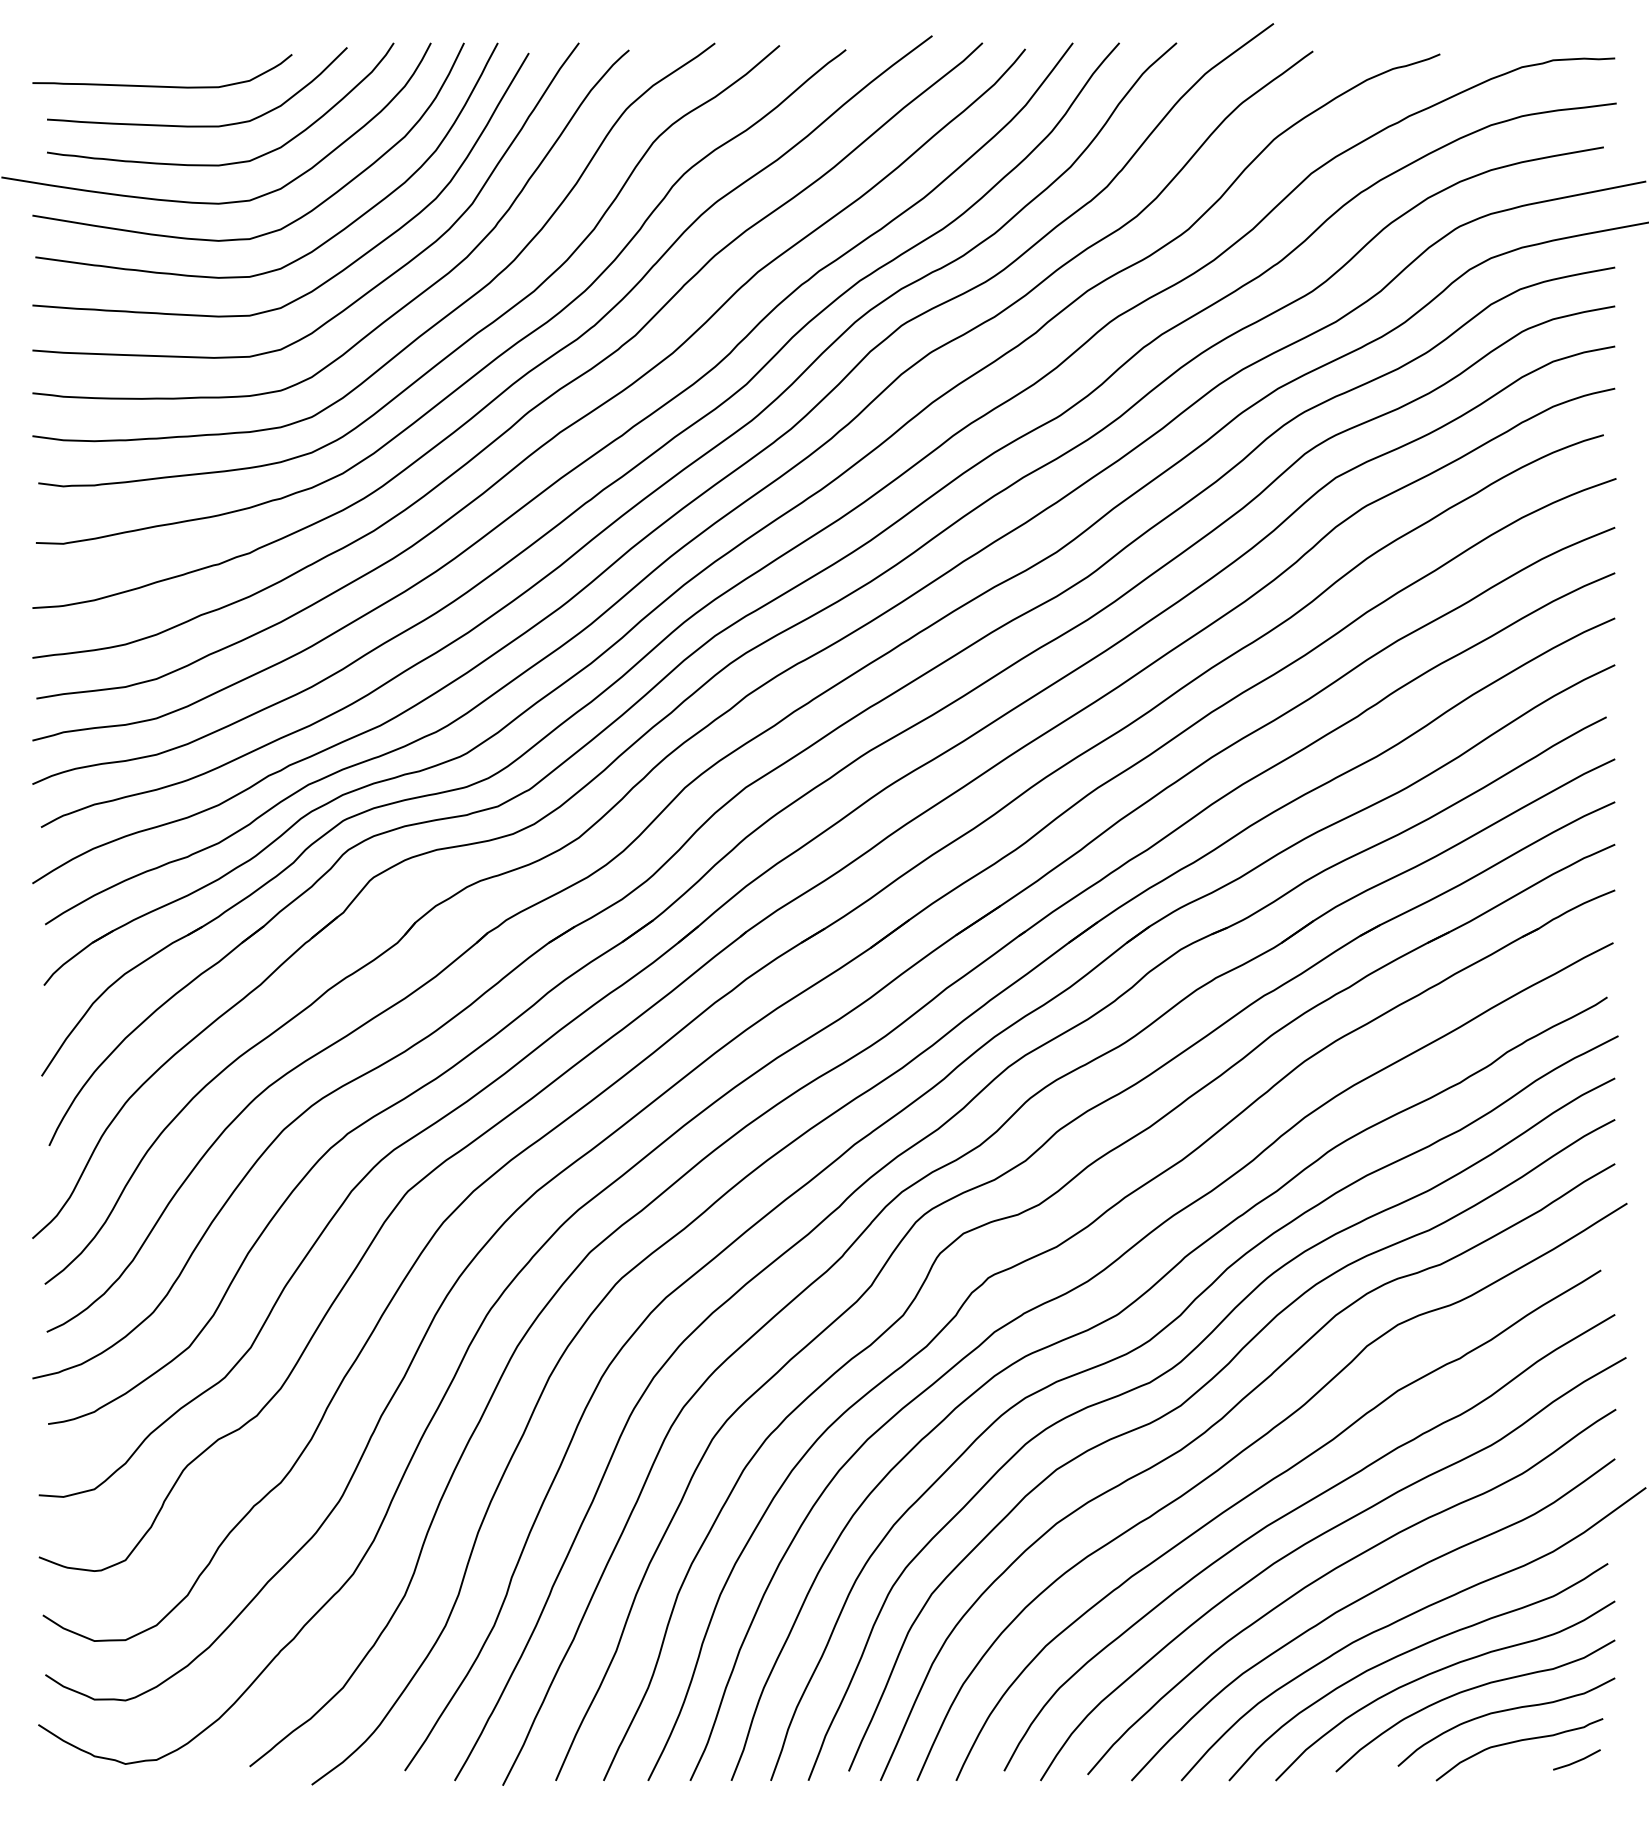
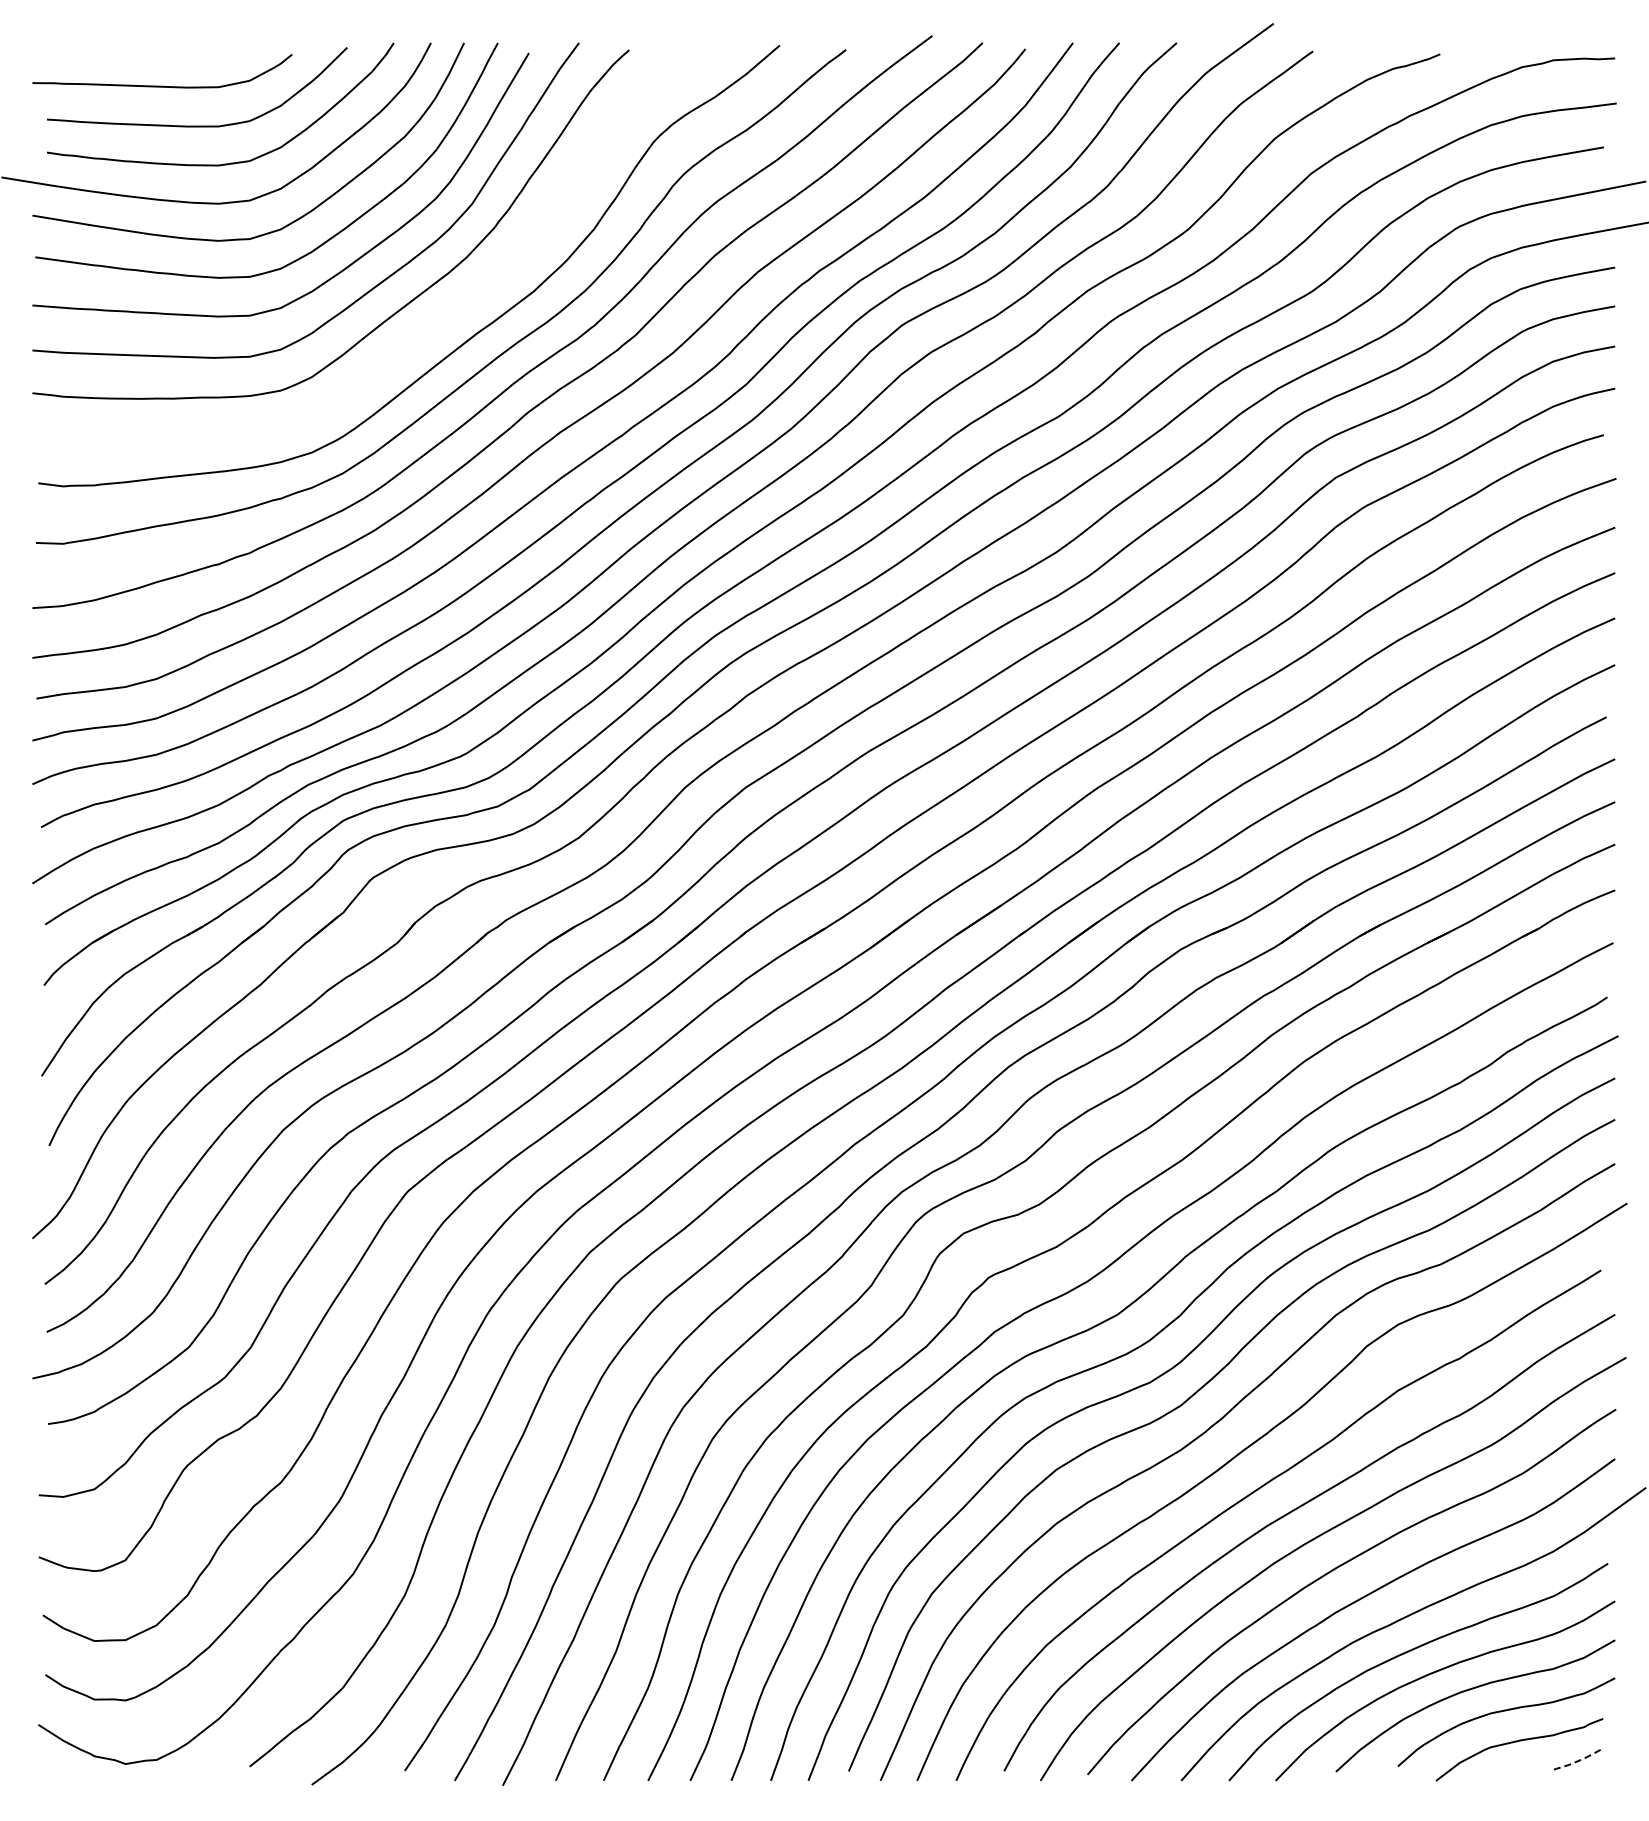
curve at (433, 324): present -> none
line at (1577, 1761): solid -> dashed
